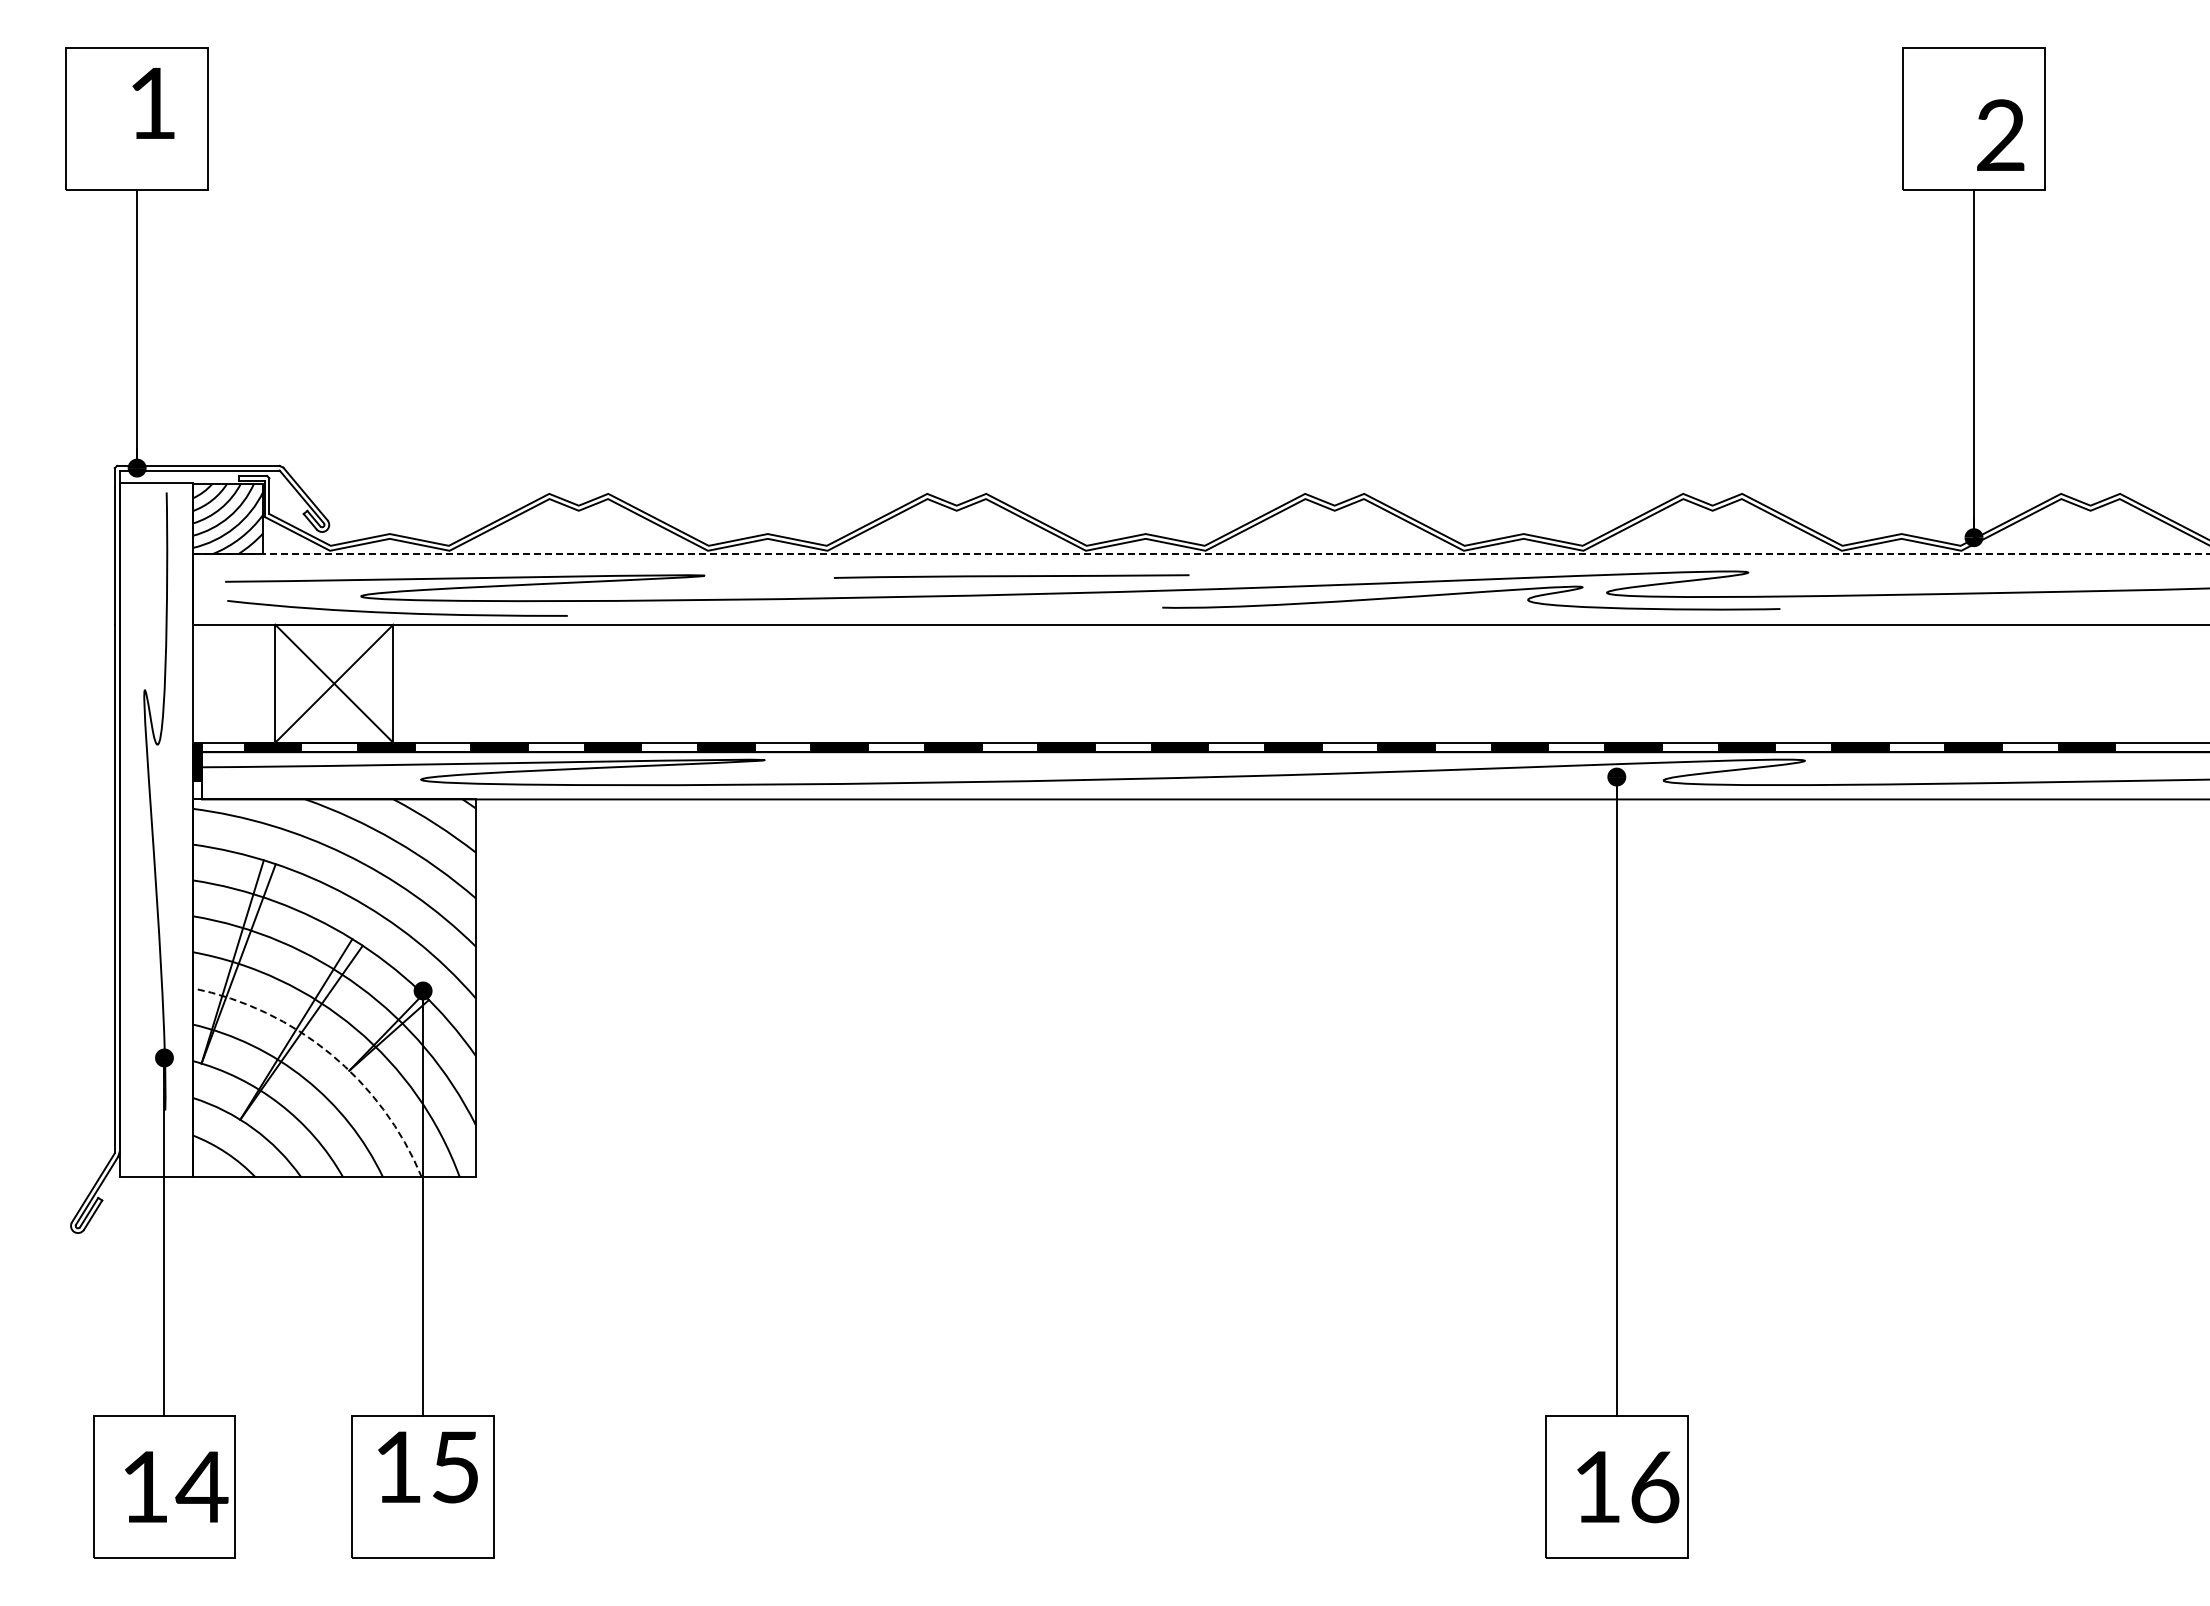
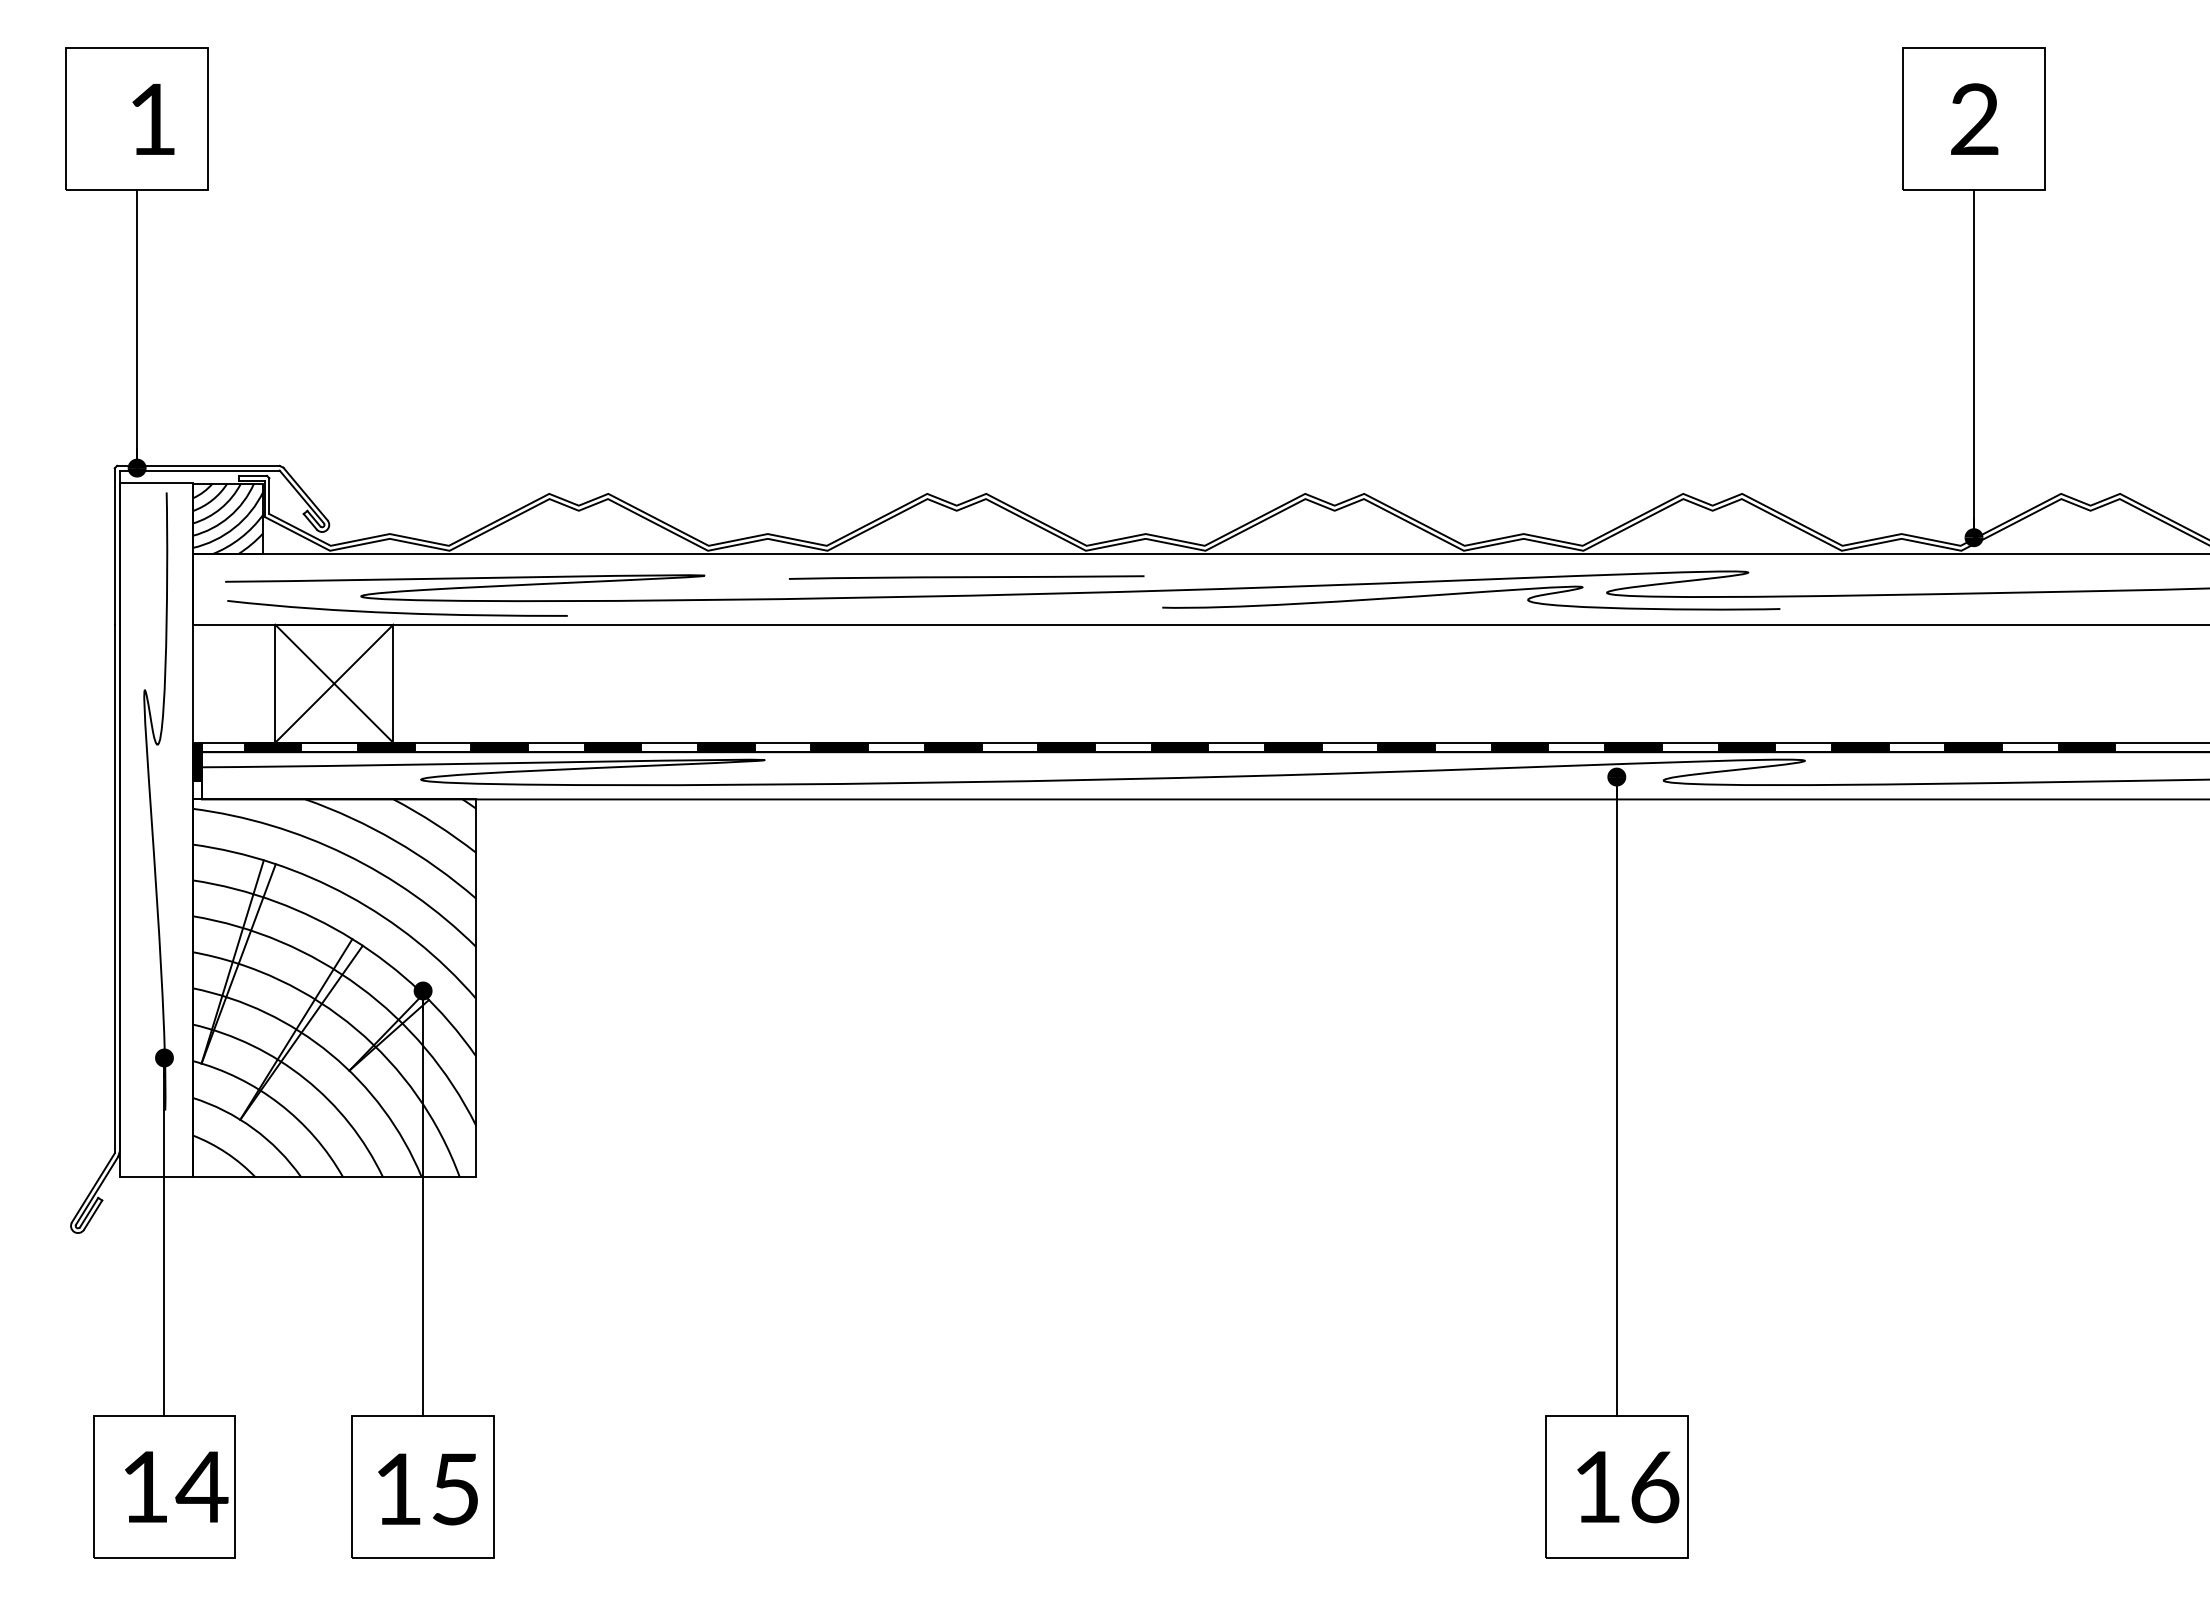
text at (153, 103) position: (153, 103) -> (153, 119)
text at (2000, 134) position: (2000, 134) -> (1974, 118)
line at (1201, 553): dashed -> solid
line at (1011, 576) position: (1011, 576) -> (966, 577)
arc at (330, 1054): dashed -> solid
text at (427, 1467) position: (427, 1467) -> (427, 1489)
